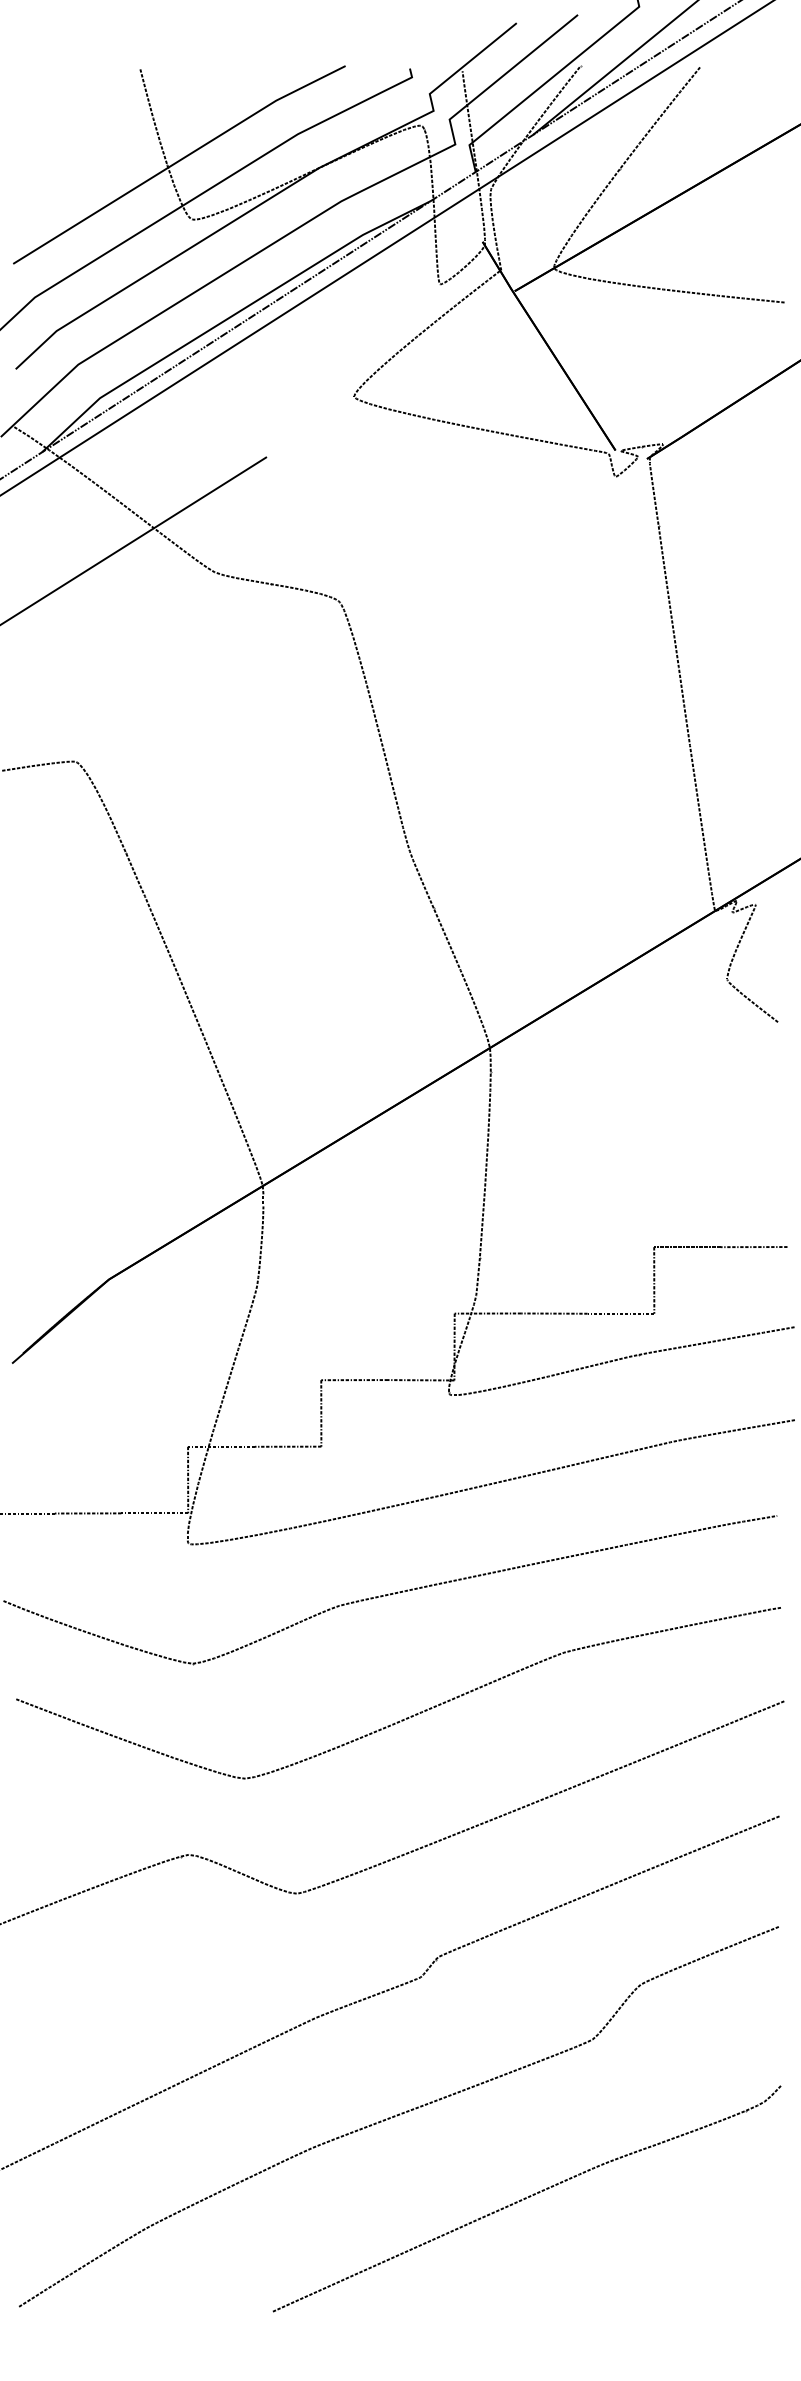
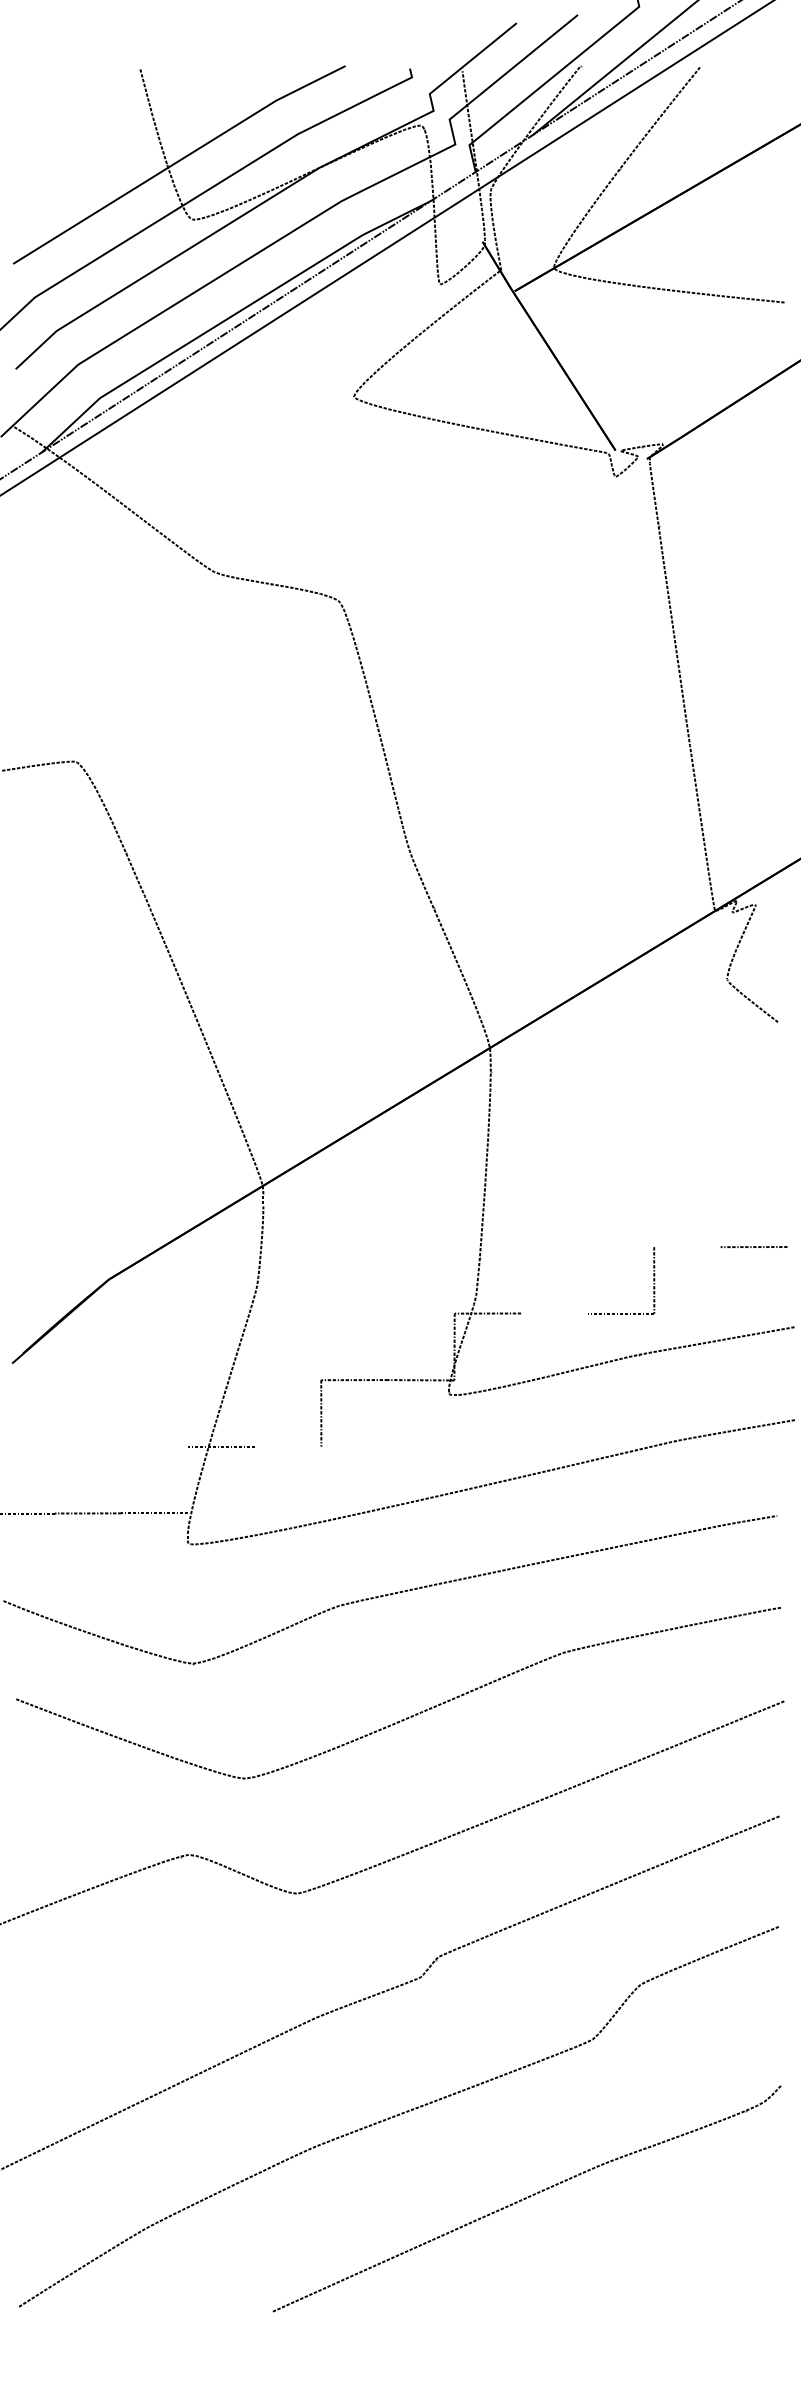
line at (134, 540): present -> none
line at (687, 1247): present -> none
line at (554, 1313): present -> none
line at (287, 1446): present -> none
line at (188, 1479): present -> none
